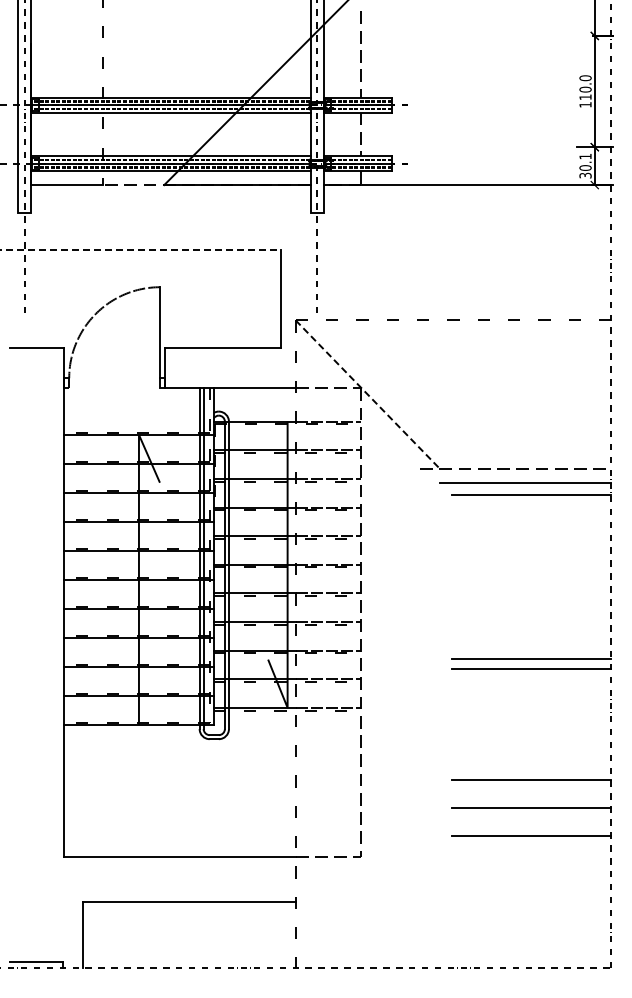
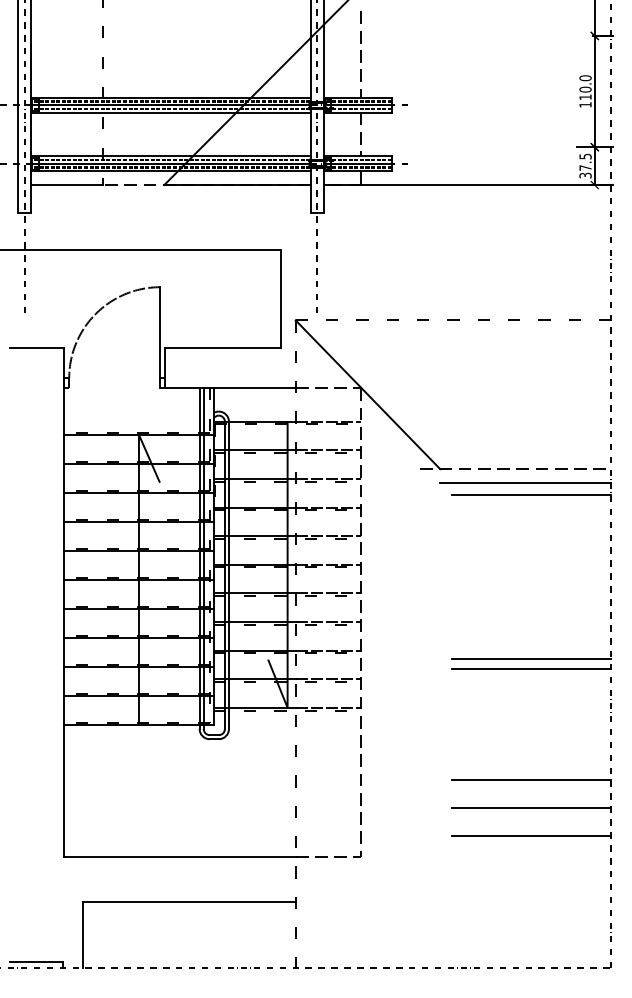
text at (585, 161): 30.1 -> 37.5
line at (140, 249): dashed -> solid
line at (367, 394): dashed -> solid
